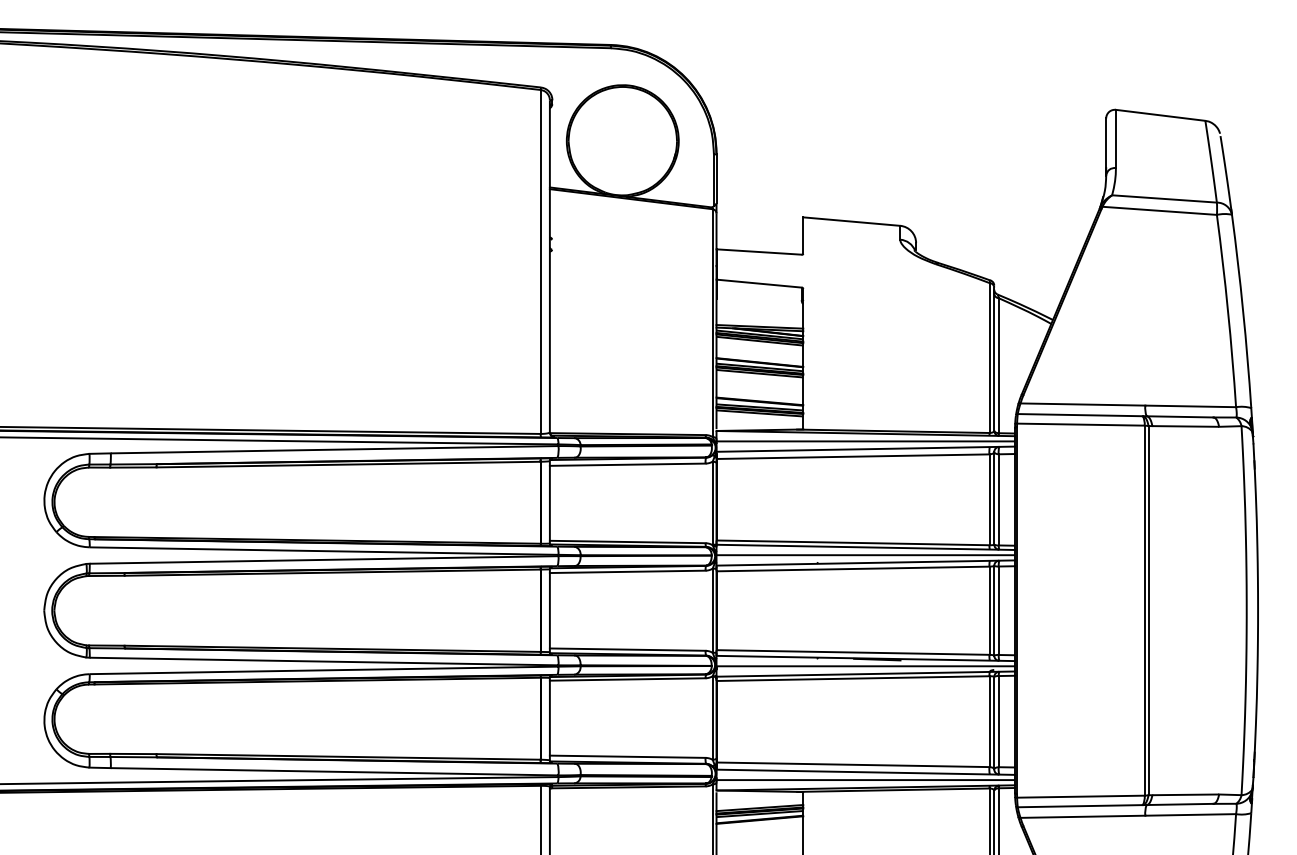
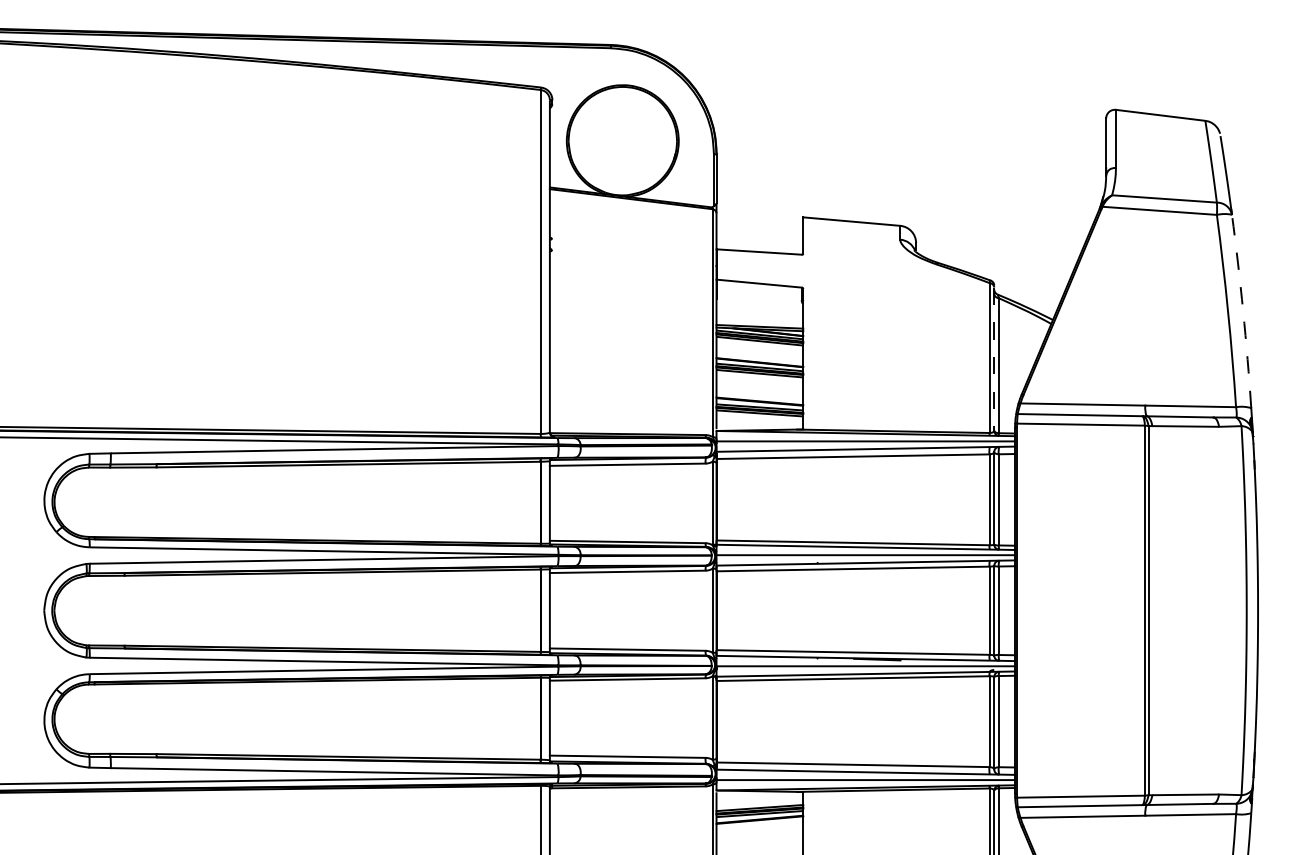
arc at (1243, 311): solid -> dashed
line at (994, 359): solid -> dashed
